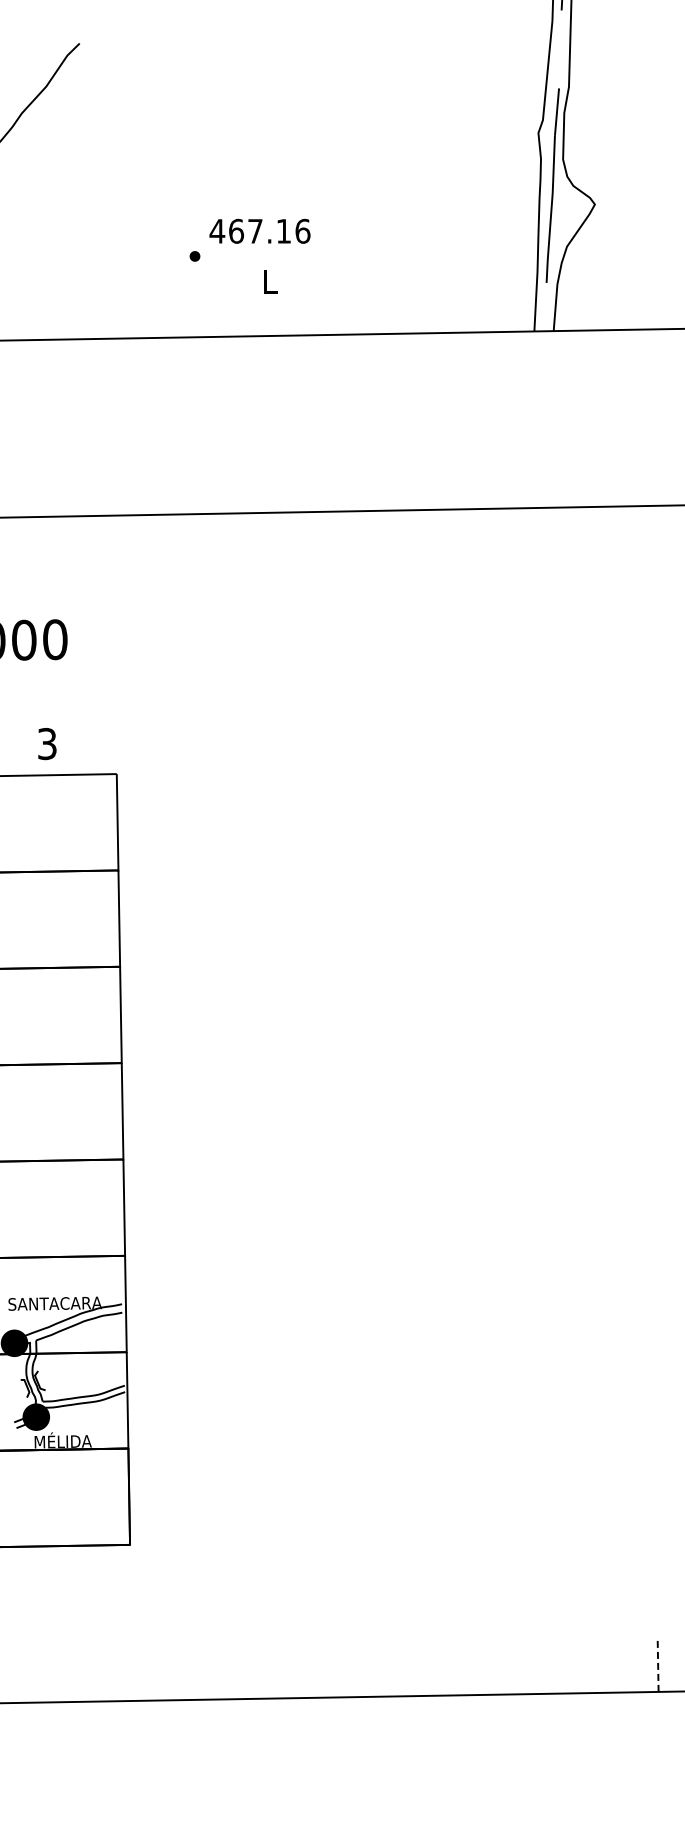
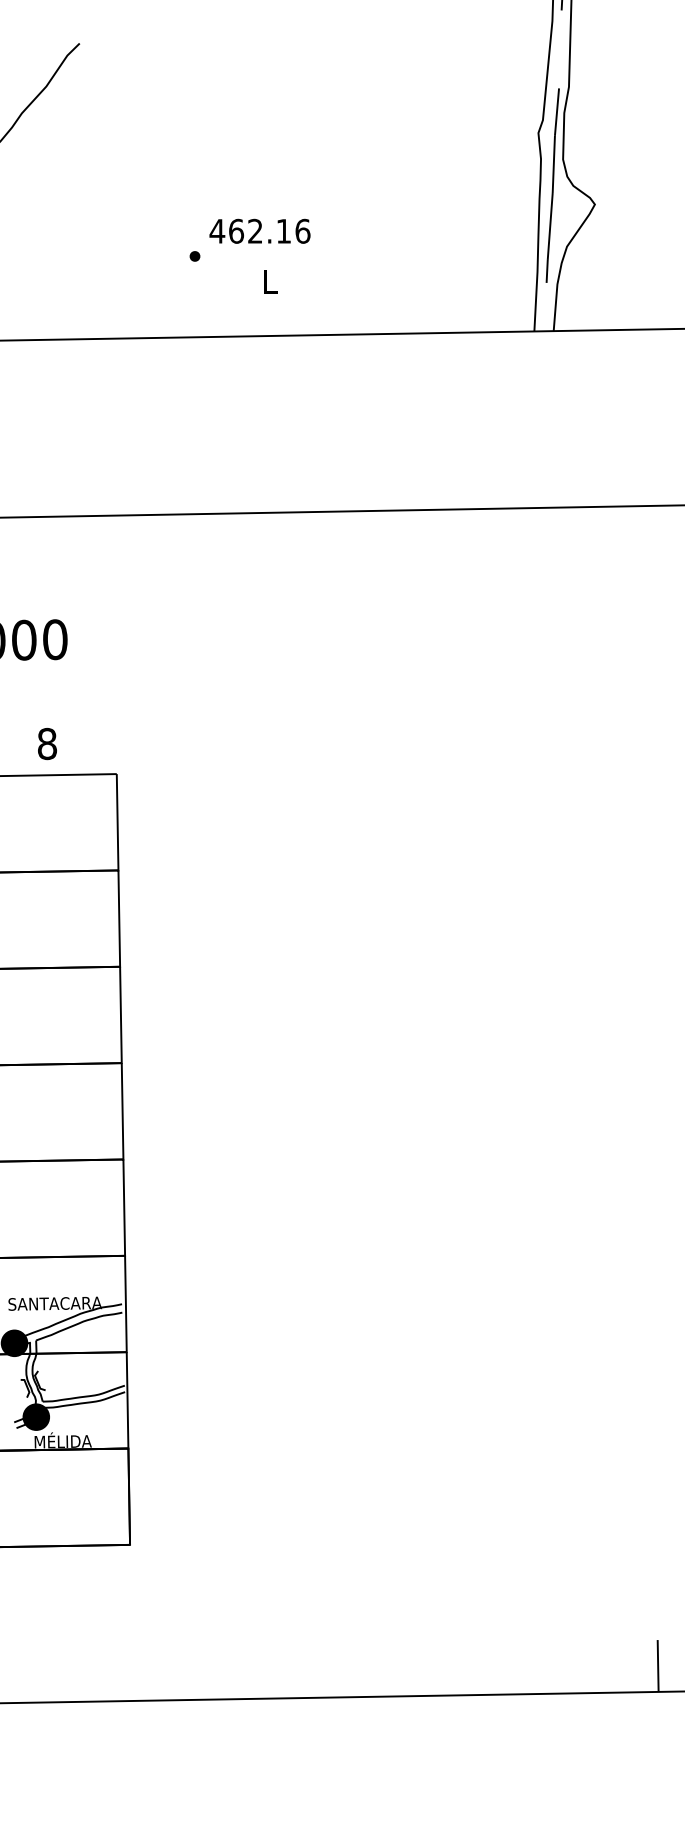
text at (255, 230): 467.16 -> 462.16
text at (47, 744): 3 -> 8
line at (658, 1665): dashed -> solid
